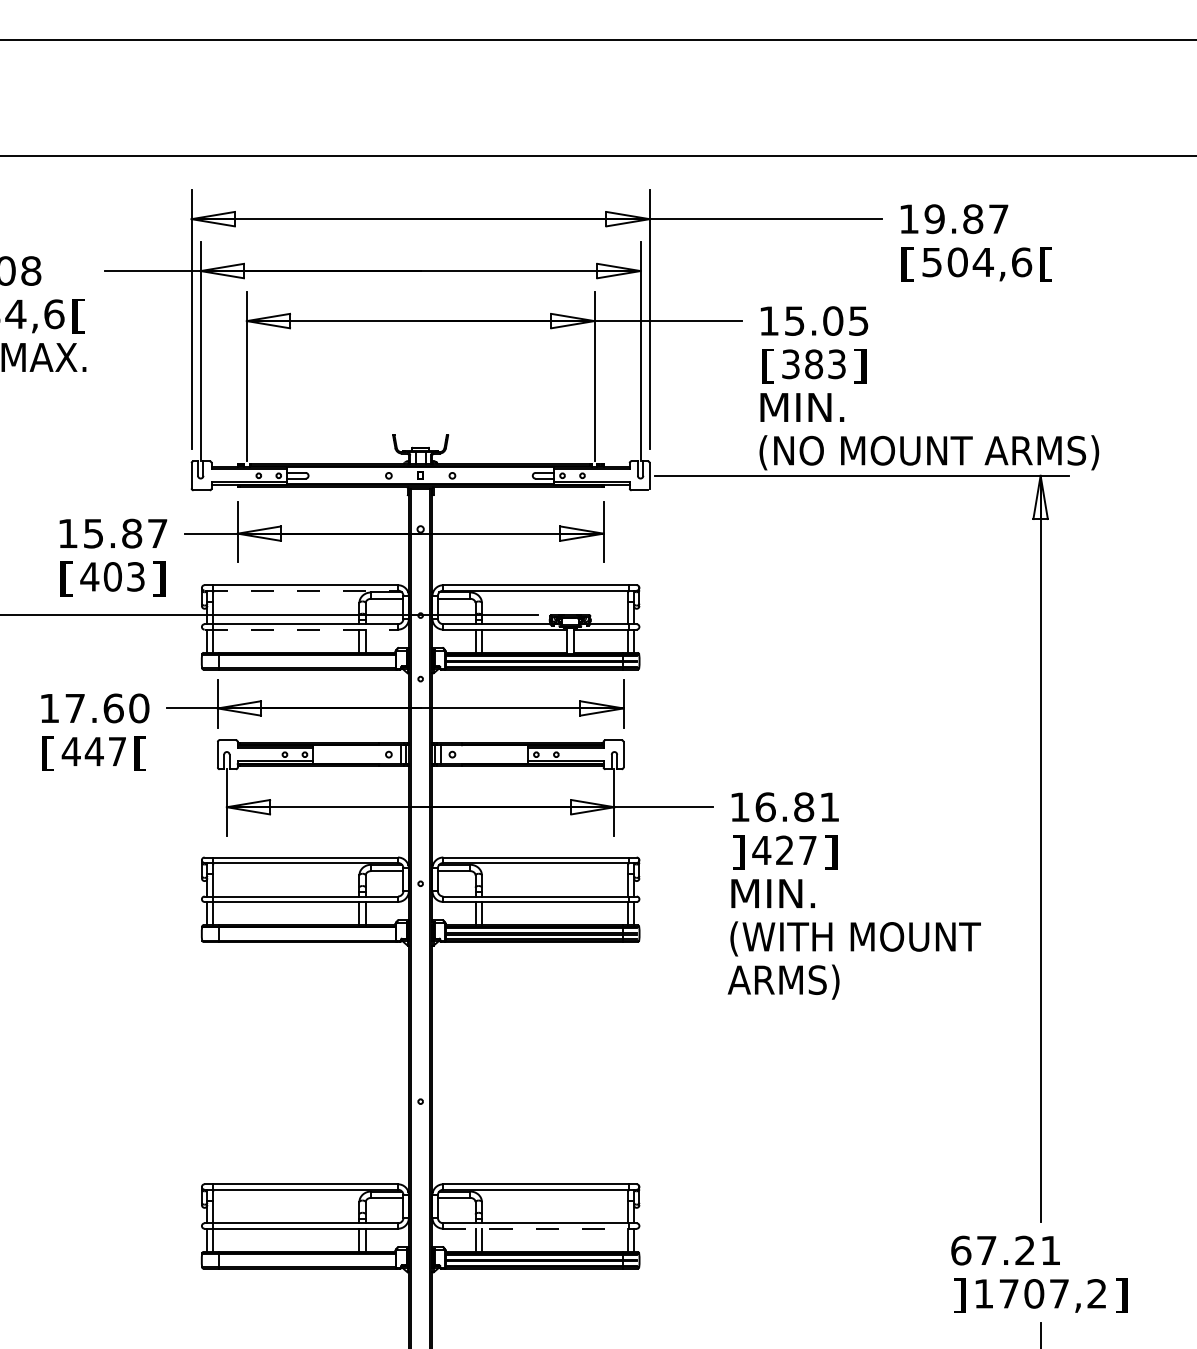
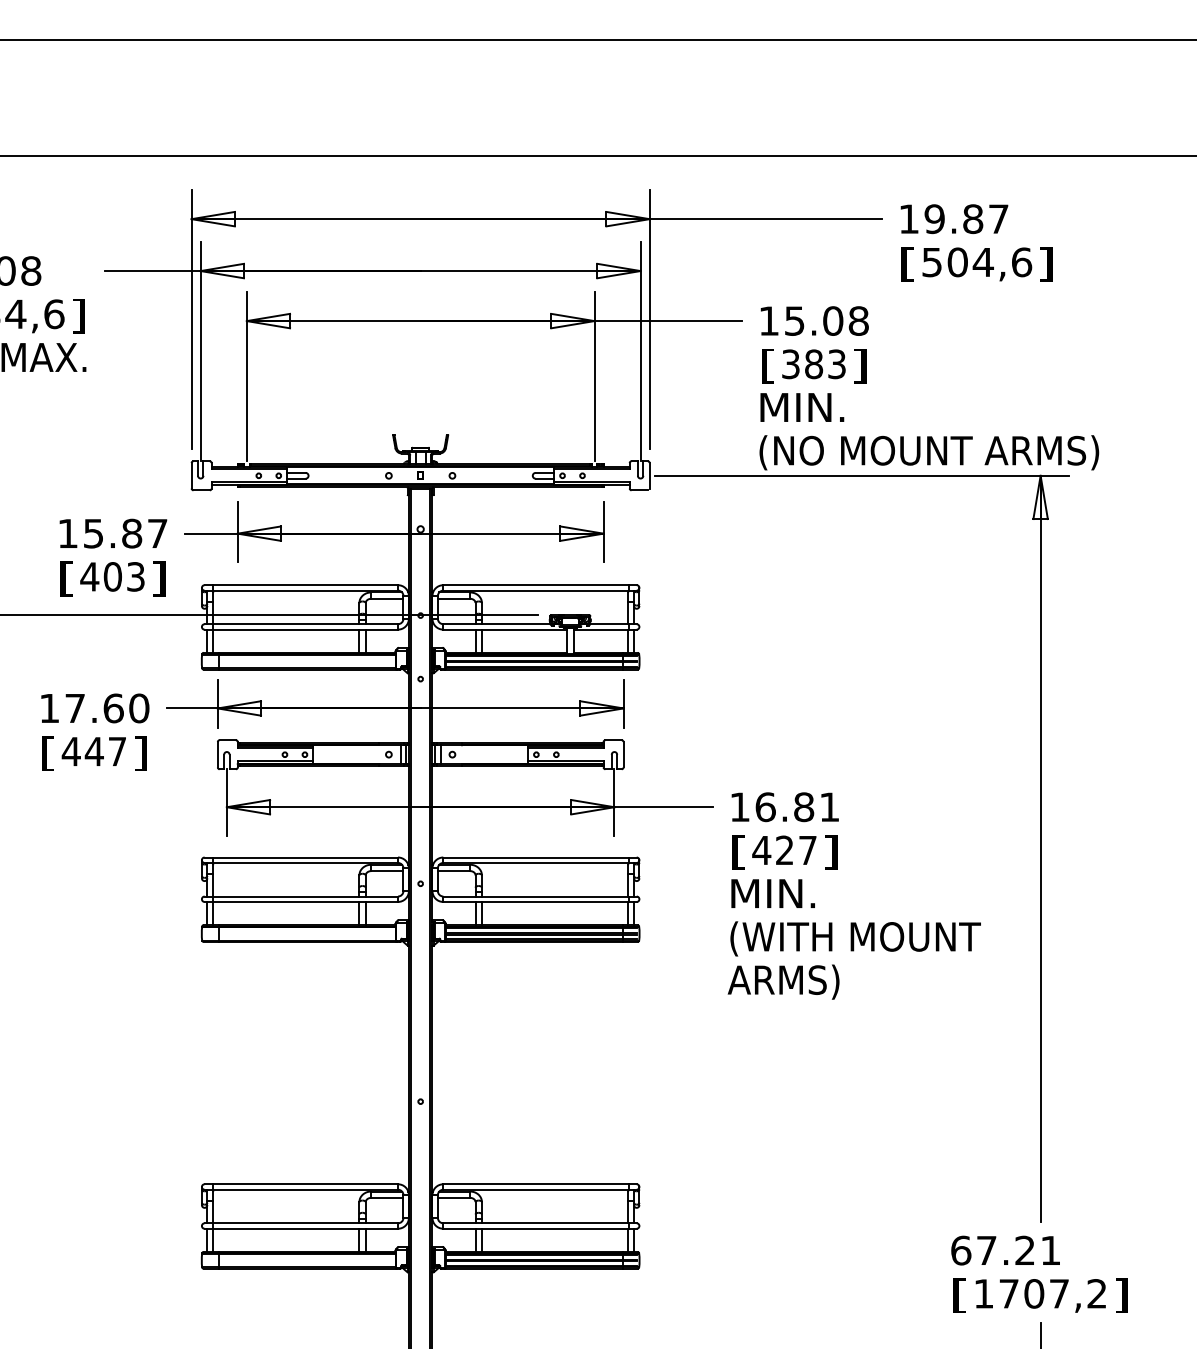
text at (1046, 264): [ -> ]
text at (78, 316): [ -> ]
text at (858, 320): 15.05 -> 15.08
line at (301, 590): dashed -> solid
line at (301, 629): dashed -> solid
text at (140, 753): [ -> ]
text at (738, 852): ] -> [
line at (540, 1228): dashed -> solid
text at (959, 1295): ] -> [
